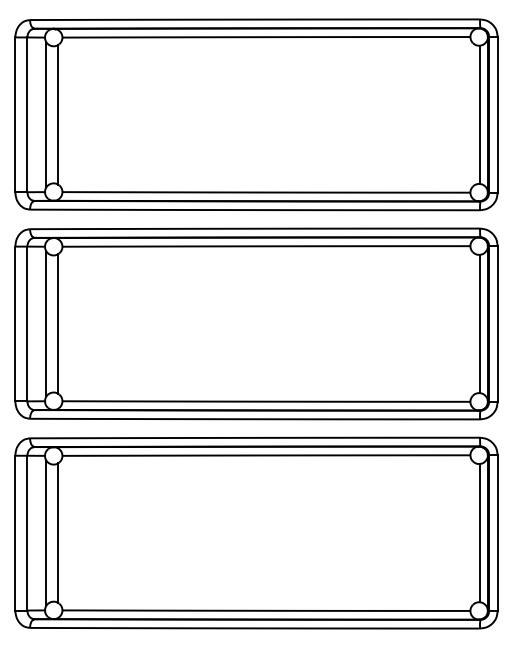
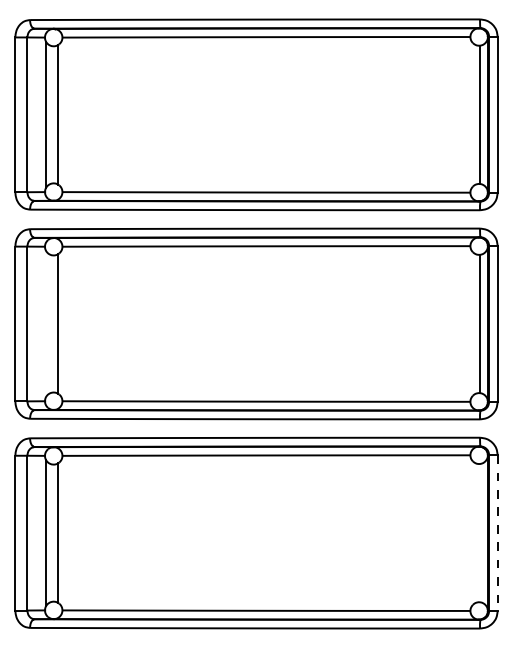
line at (46, 323): present -> none
line at (479, 532): present -> none
line at (497, 533): solid -> dashed
